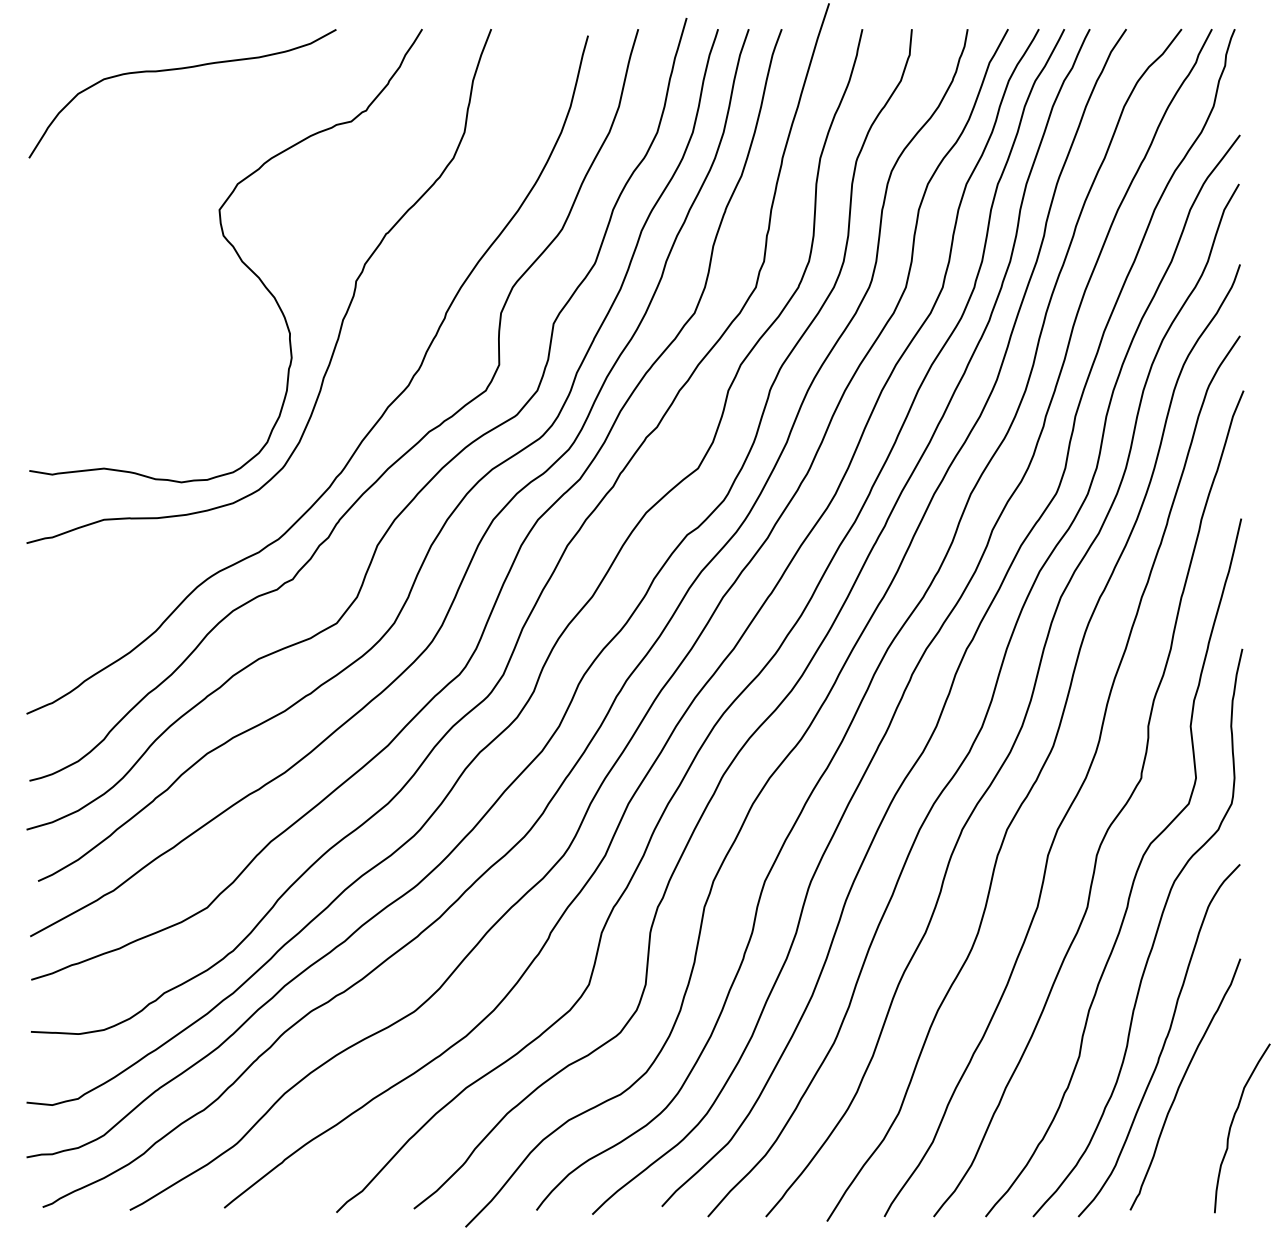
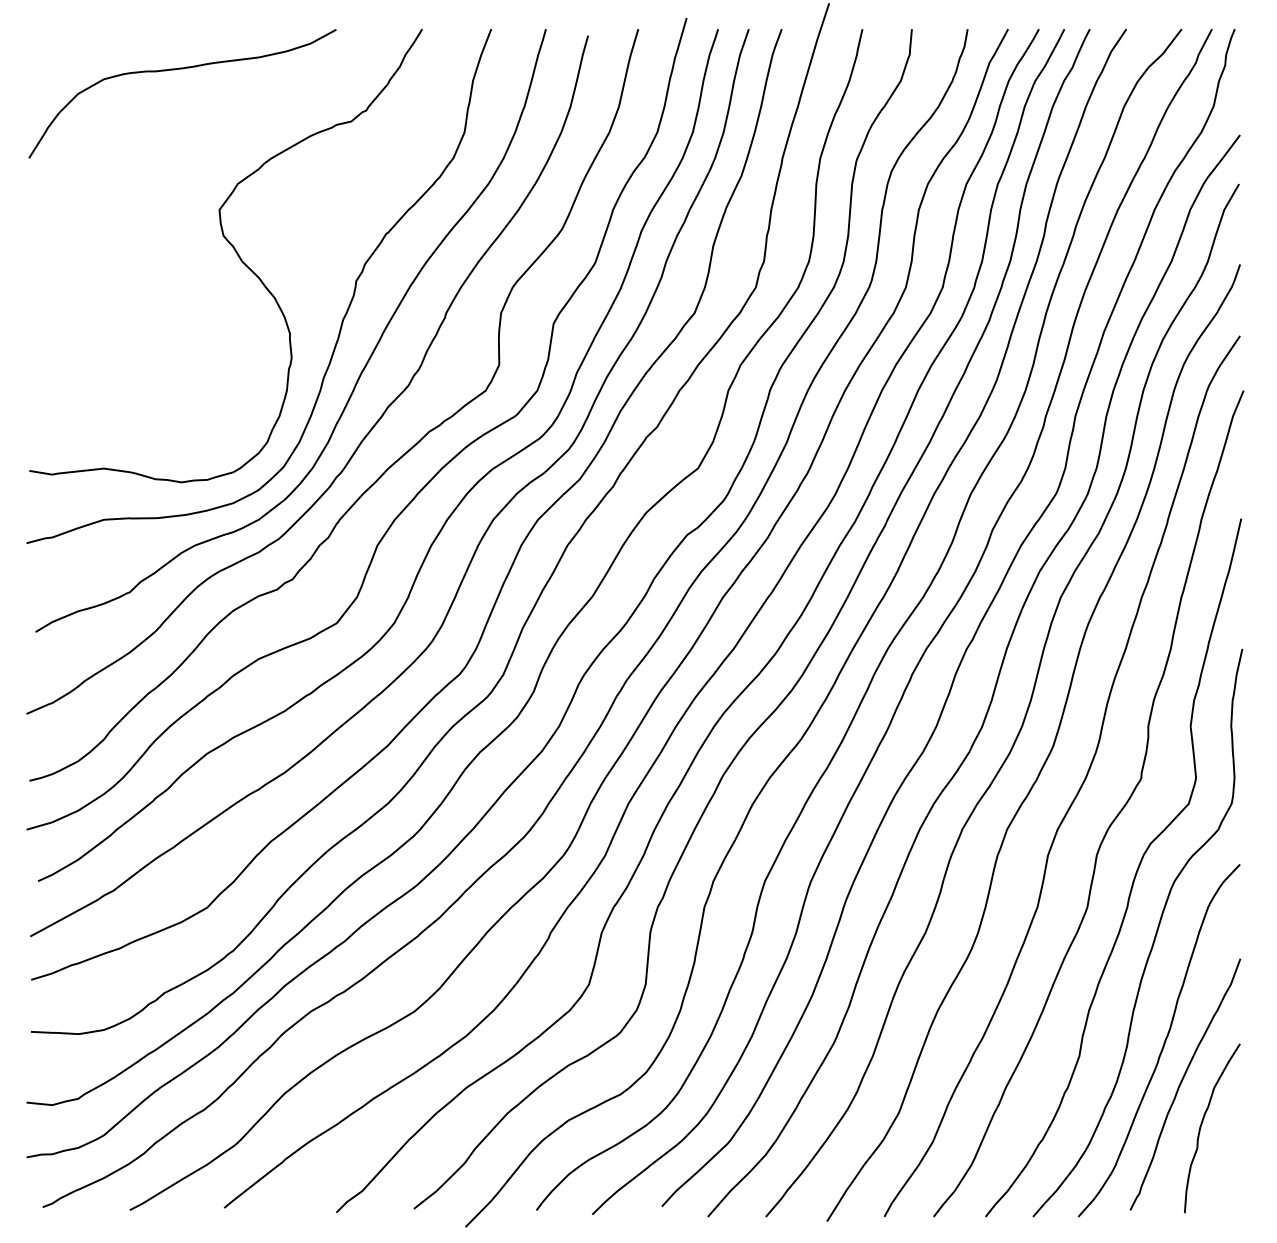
curve at (361, 370): none -> present
curve at (1232, 1124) position: (1232, 1124) -> (1202, 1124)
